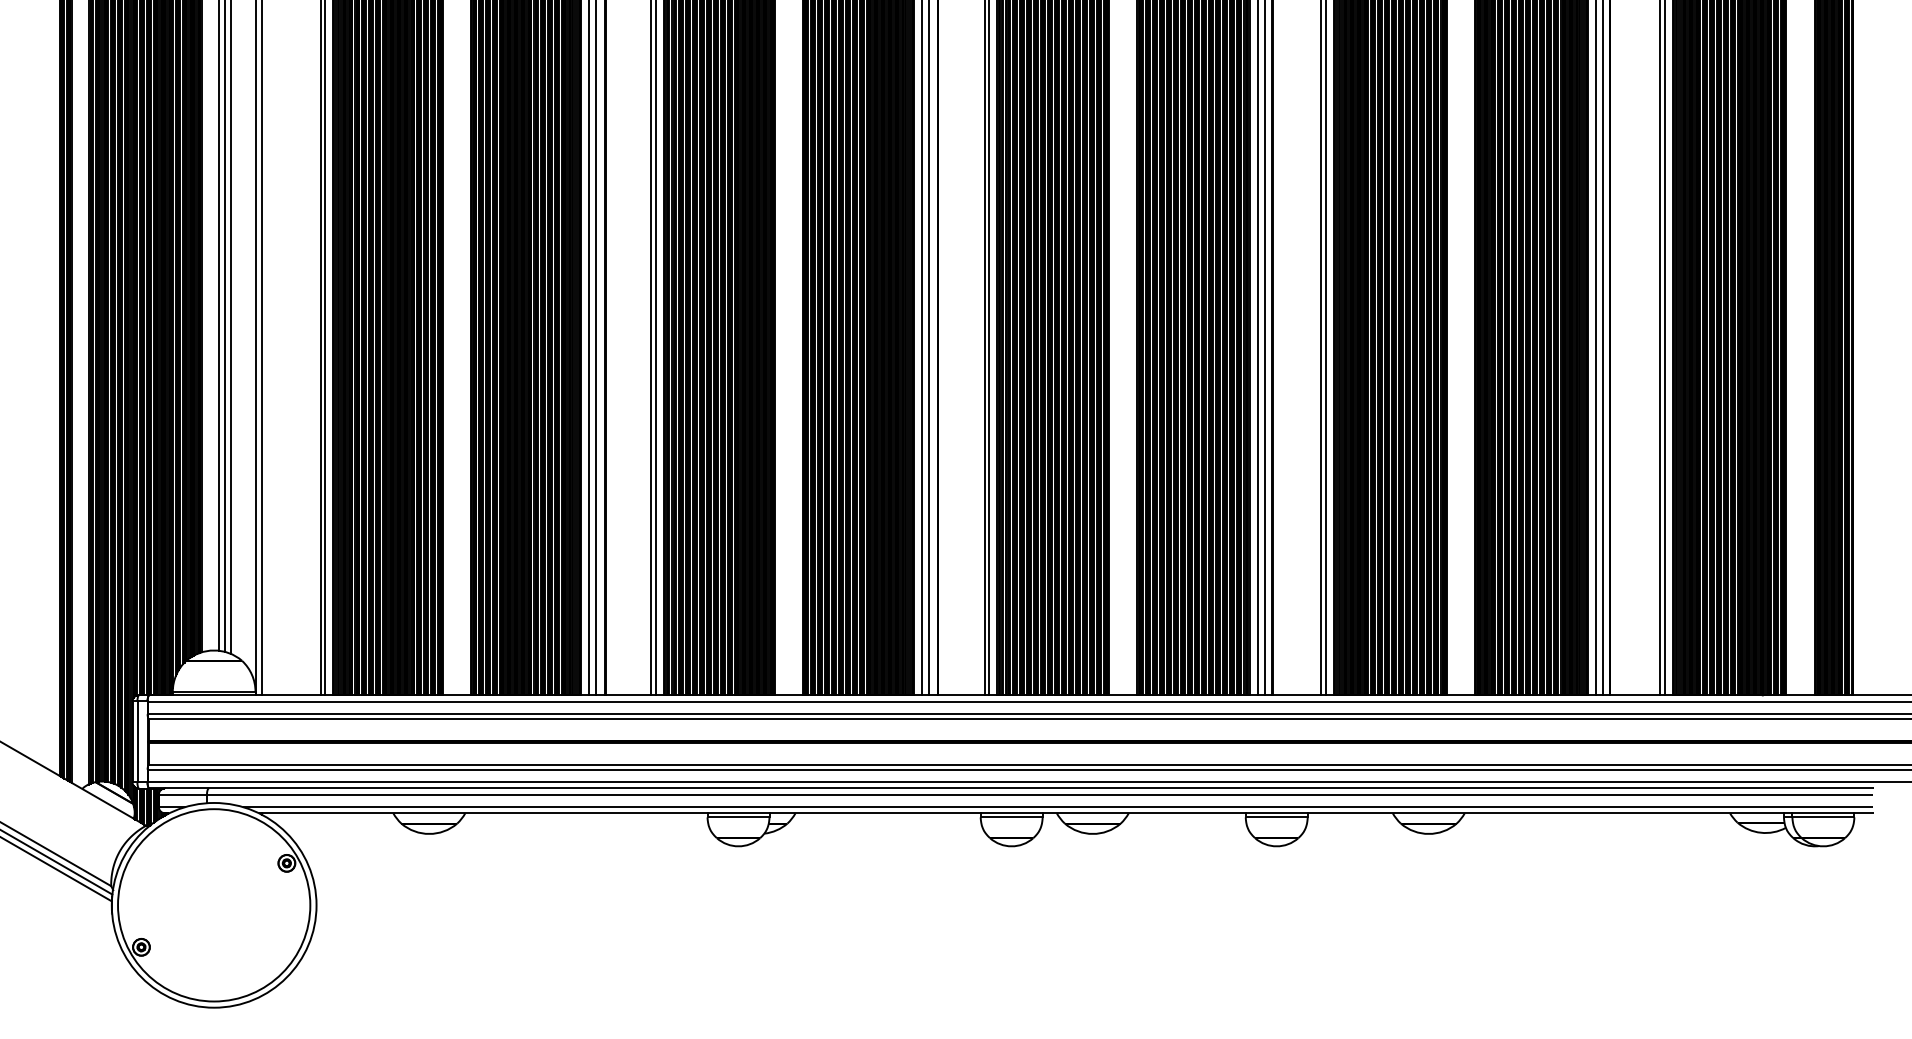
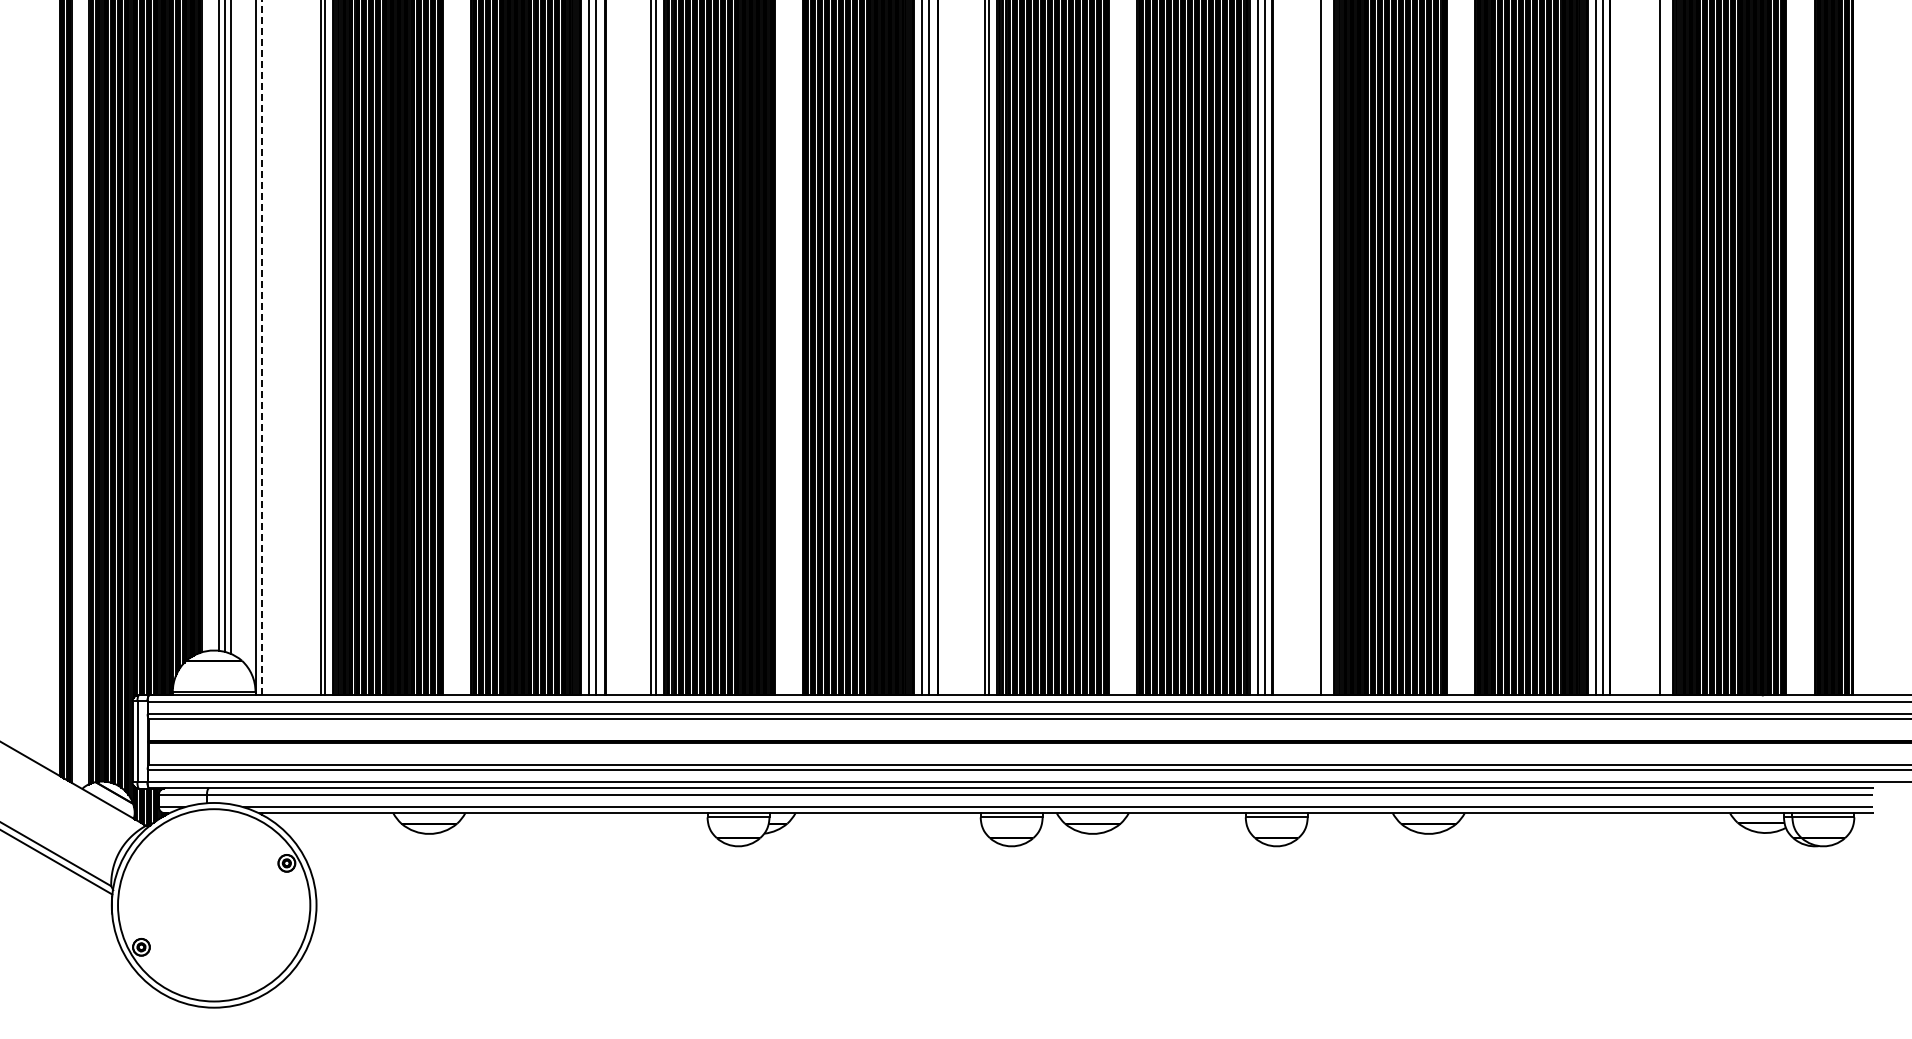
line at (262, 347): solid -> dashed
line at (1325, 348): present -> none
line at (1664, 348): present -> none
line at (56, 869): present -> none
